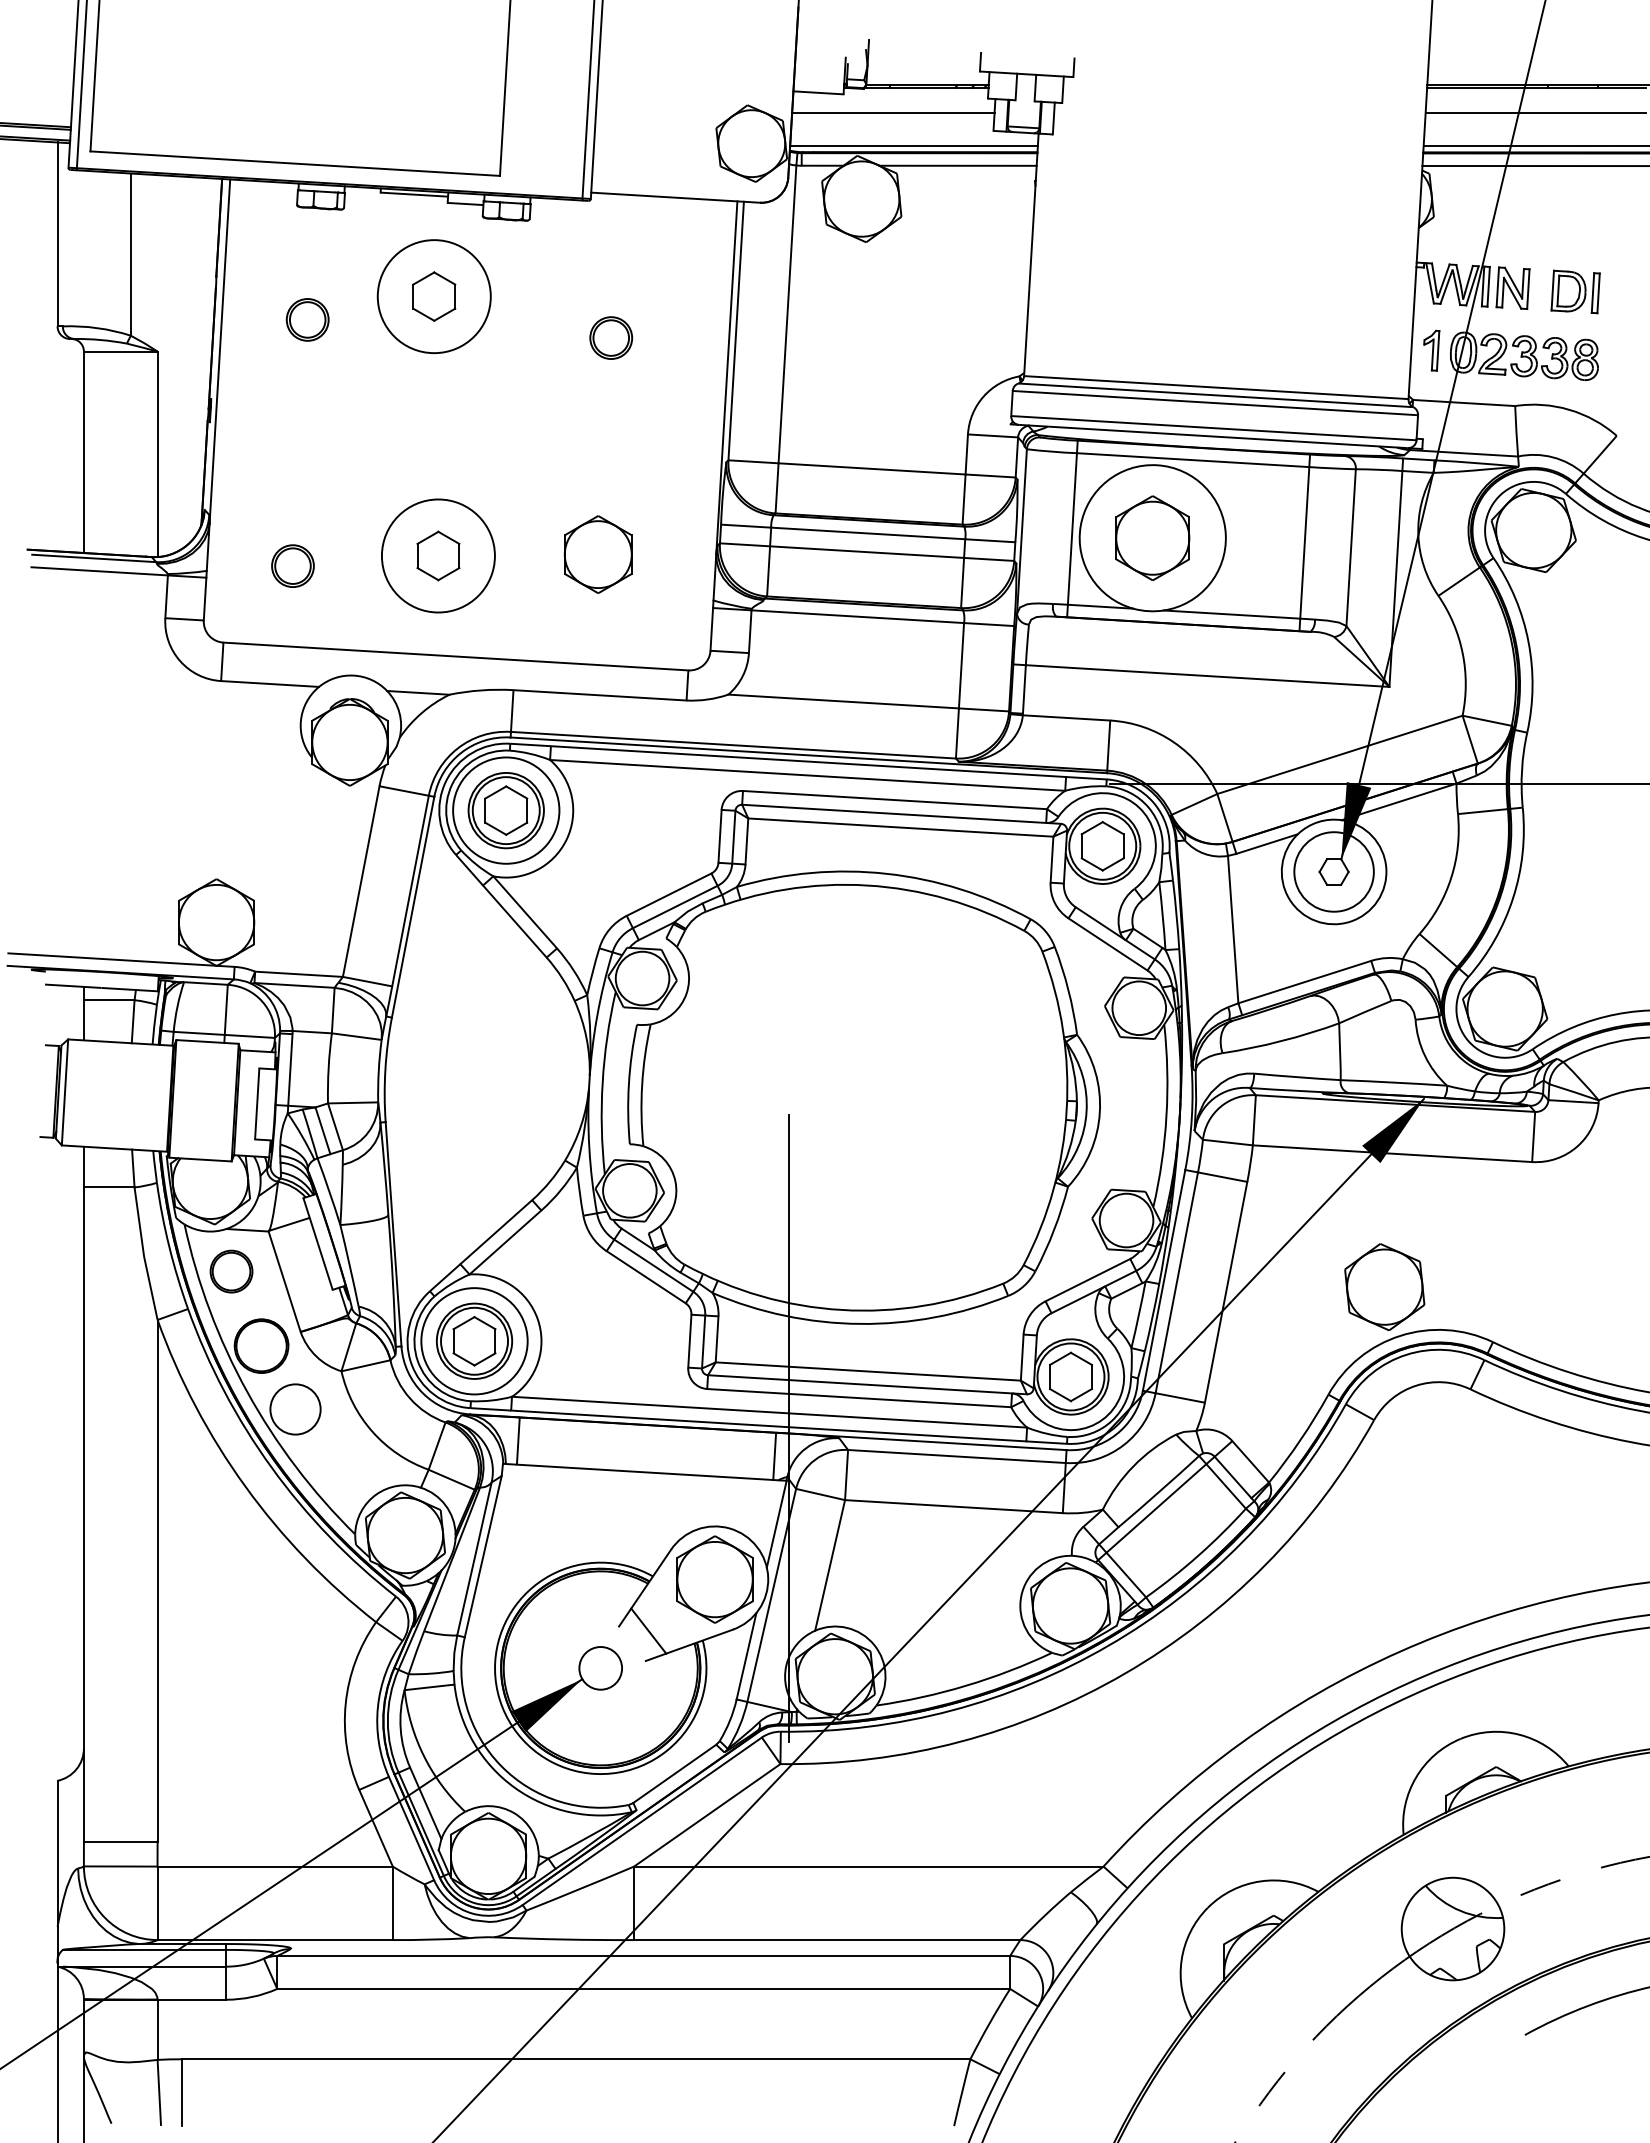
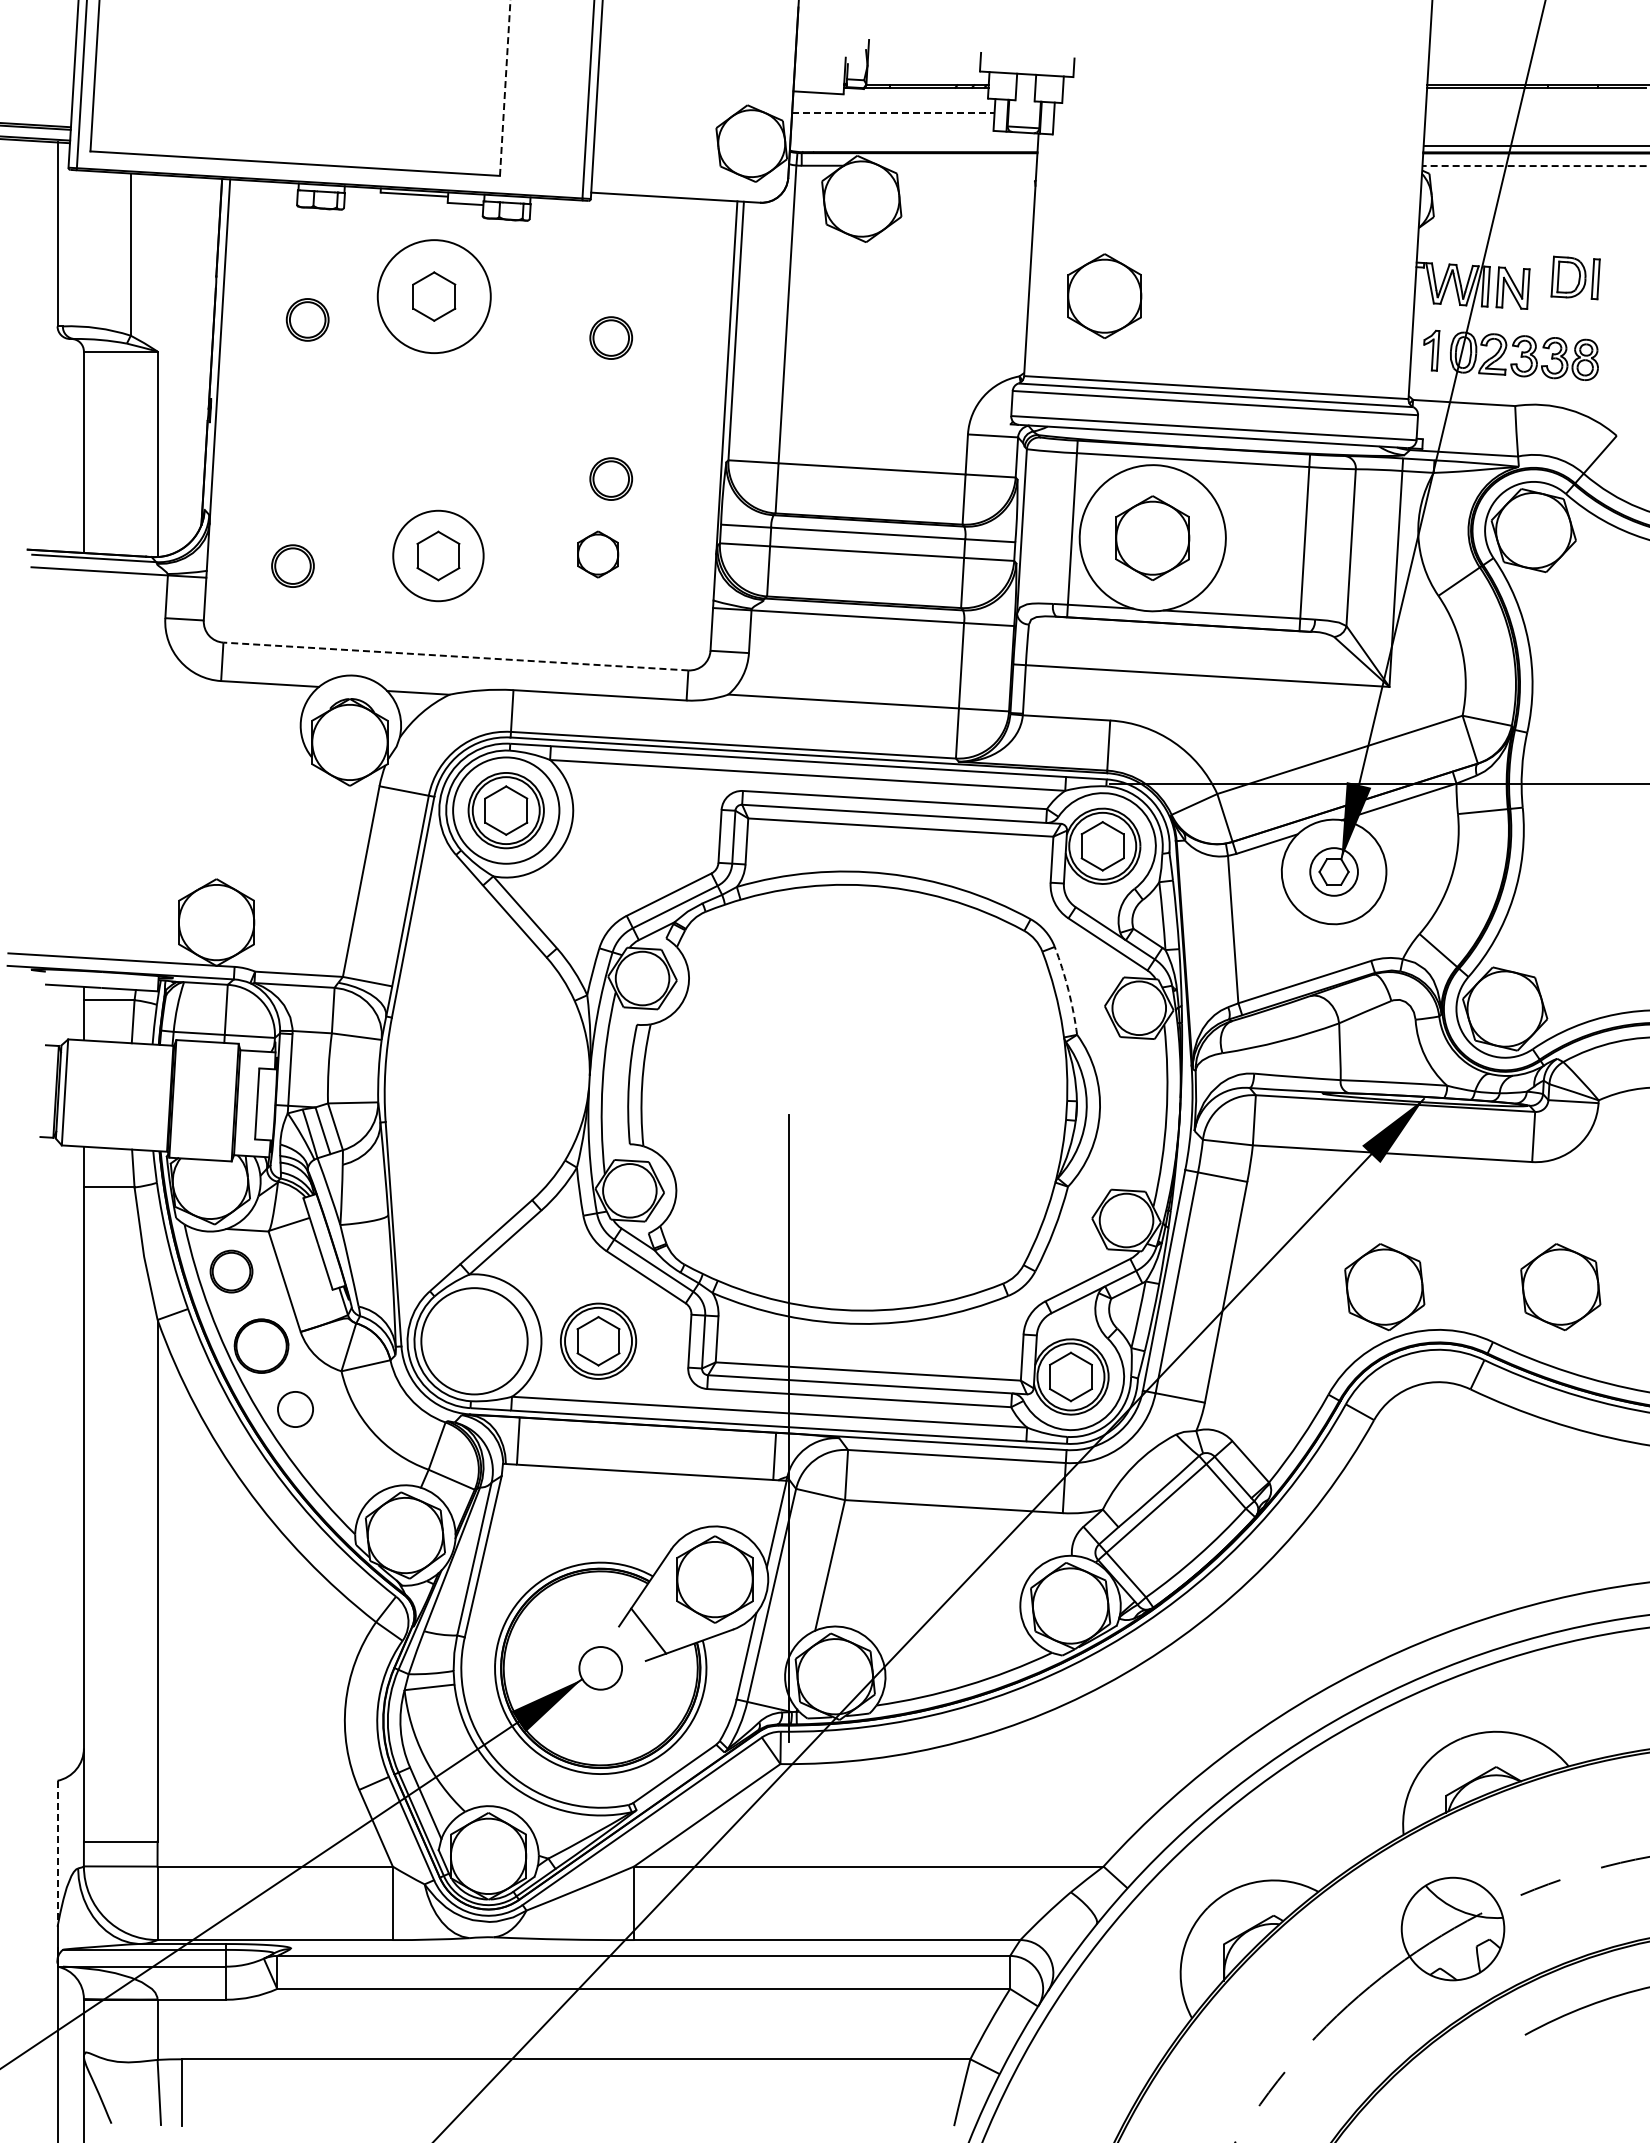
line at (505, 88): solid -> dashed
line at (893, 113): solid -> dashed
line at (1535, 113): present -> none
line at (913, 146): present -> none
line at (957, 165): present -> none
line at (1536, 166): solid -> dashed
part at (1575, 291) position: (1575, 291) -> (1575, 277)
part at (1104, 295): none -> present
part at (611, 478): none -> present
part at (597, 554) size: 70x79 px -> 43x49 px
circle at (437, 555) diameter: 113 px -> 90 px
line at (455, 656): solid -> dashed
circle at (1333, 871) diameter: 80 px -> 48 px
arc at (1068, 990): solid -> dashed
part at (1560, 1287): none -> present
part at (474, 1340) position: (474, 1340) -> (598, 1340)
circle at (295, 1409) diameter: 50 px -> 35 px
line at (57, 1853): solid -> dashed
